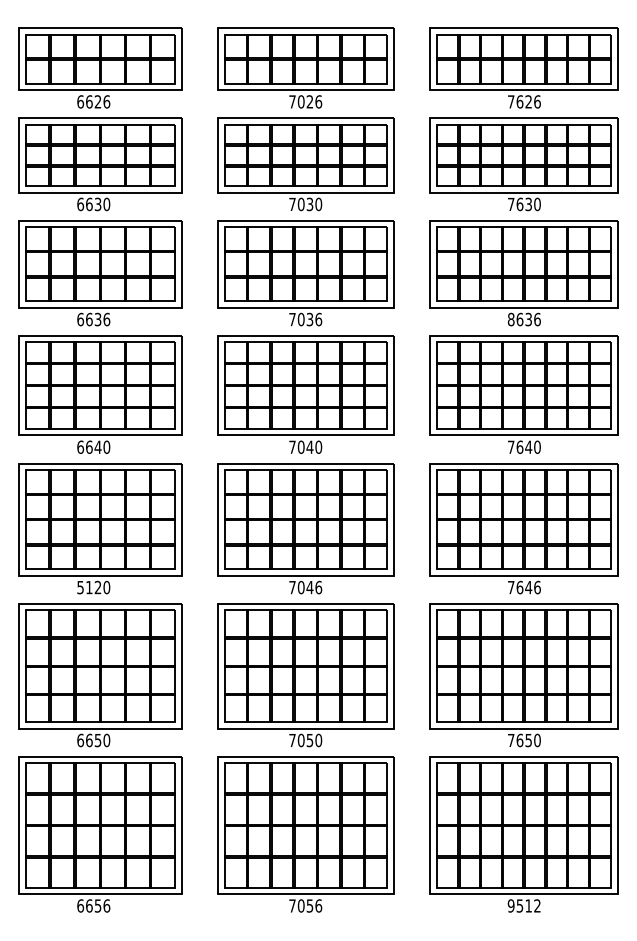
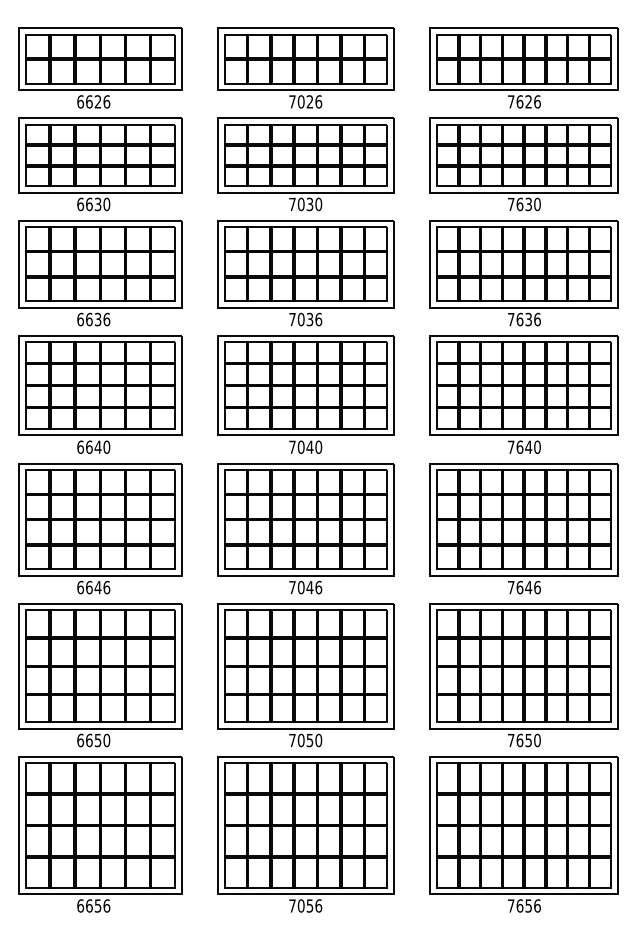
text at (510, 319): 8636 -> 7636
text at (93, 587): 5120 -> 6646
text at (523, 905): 9512 -> 7656
